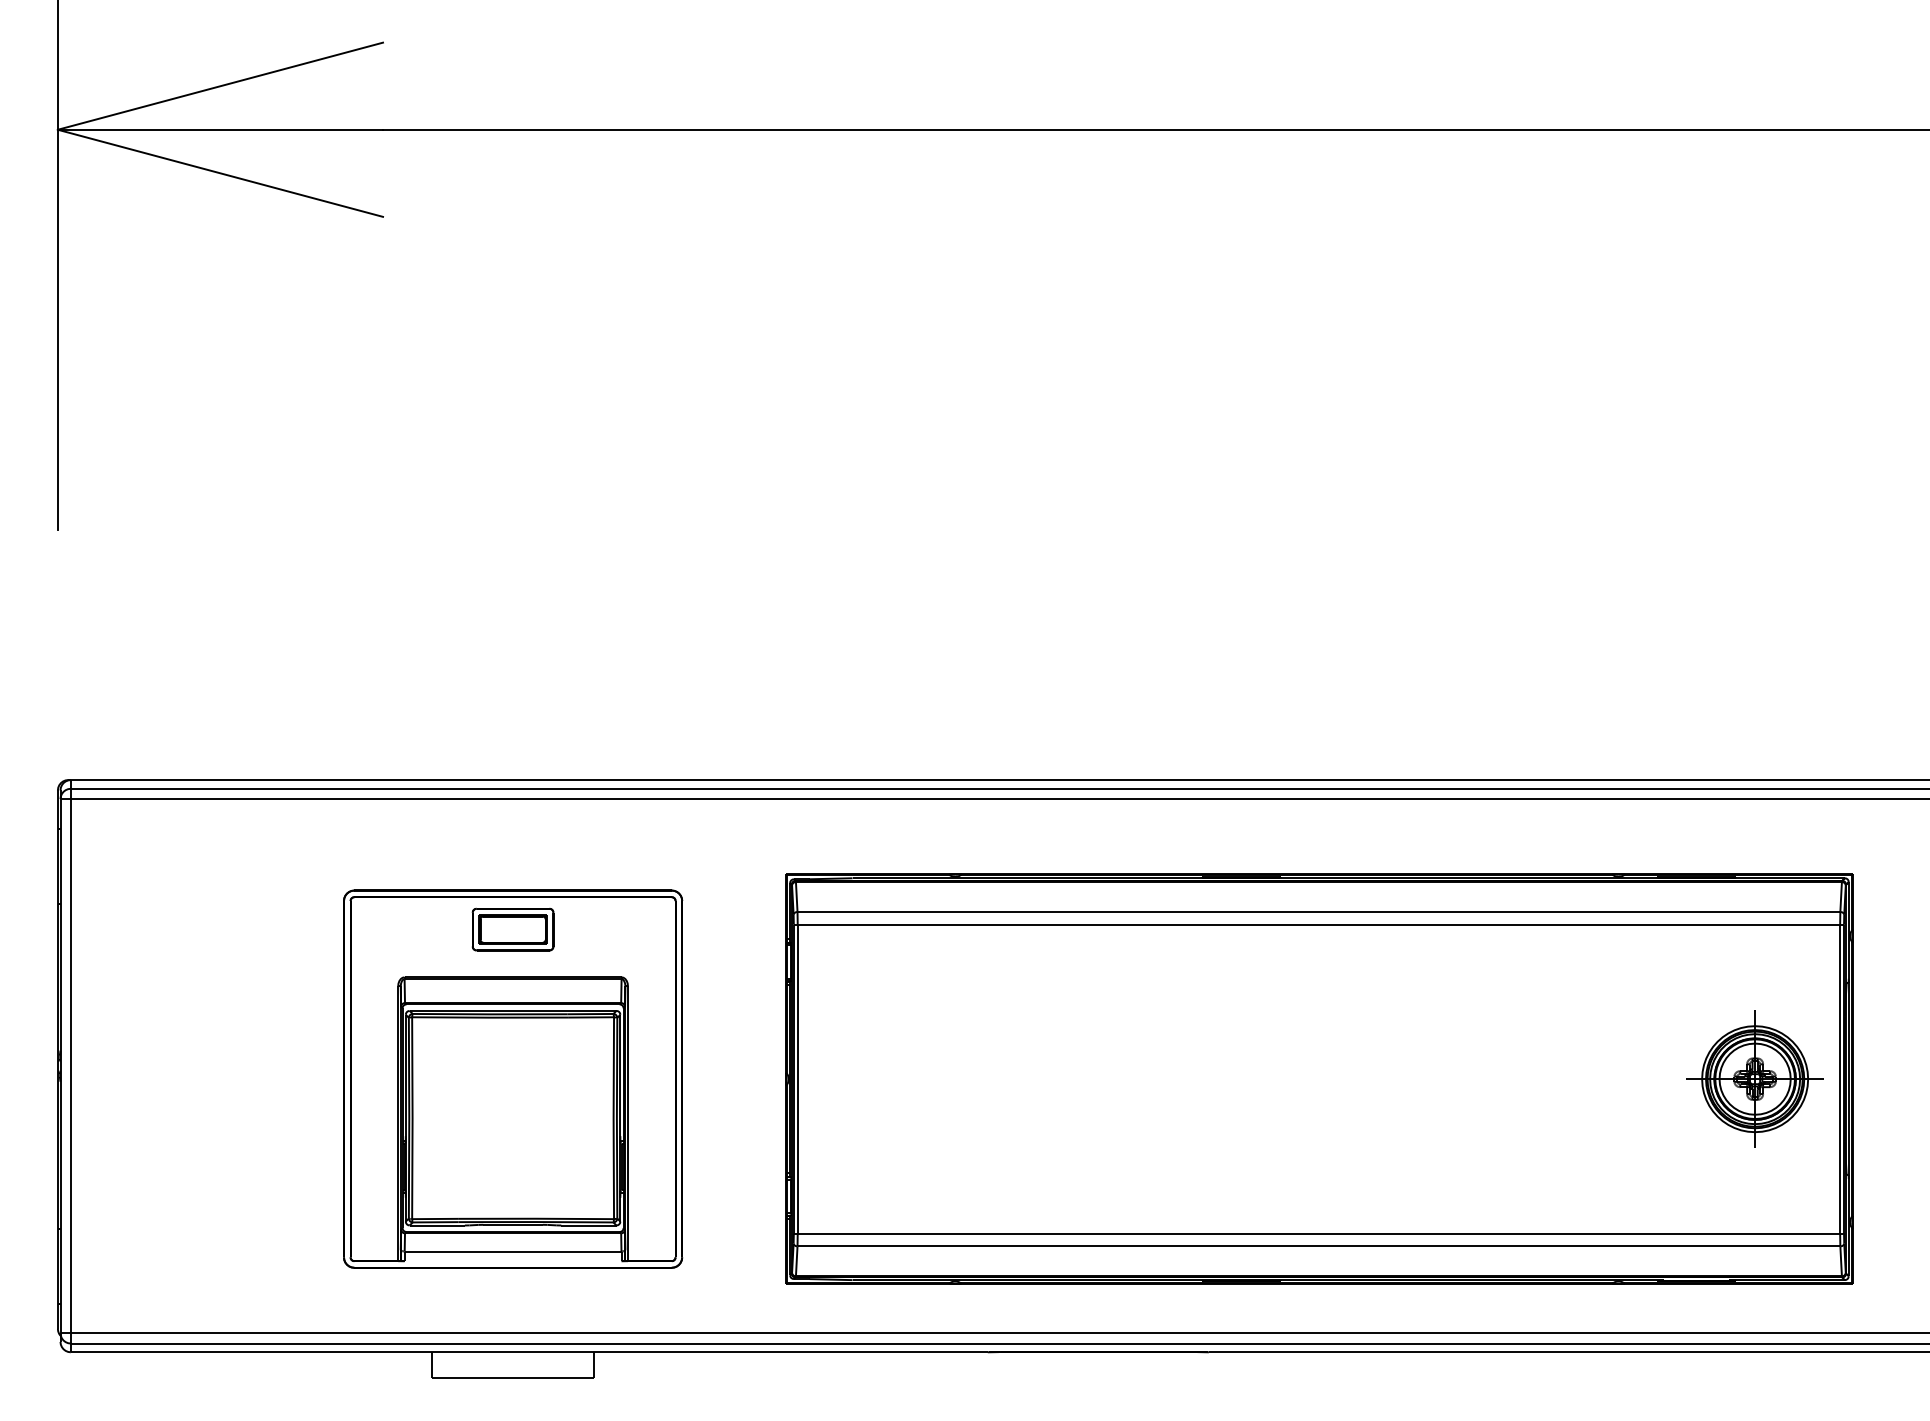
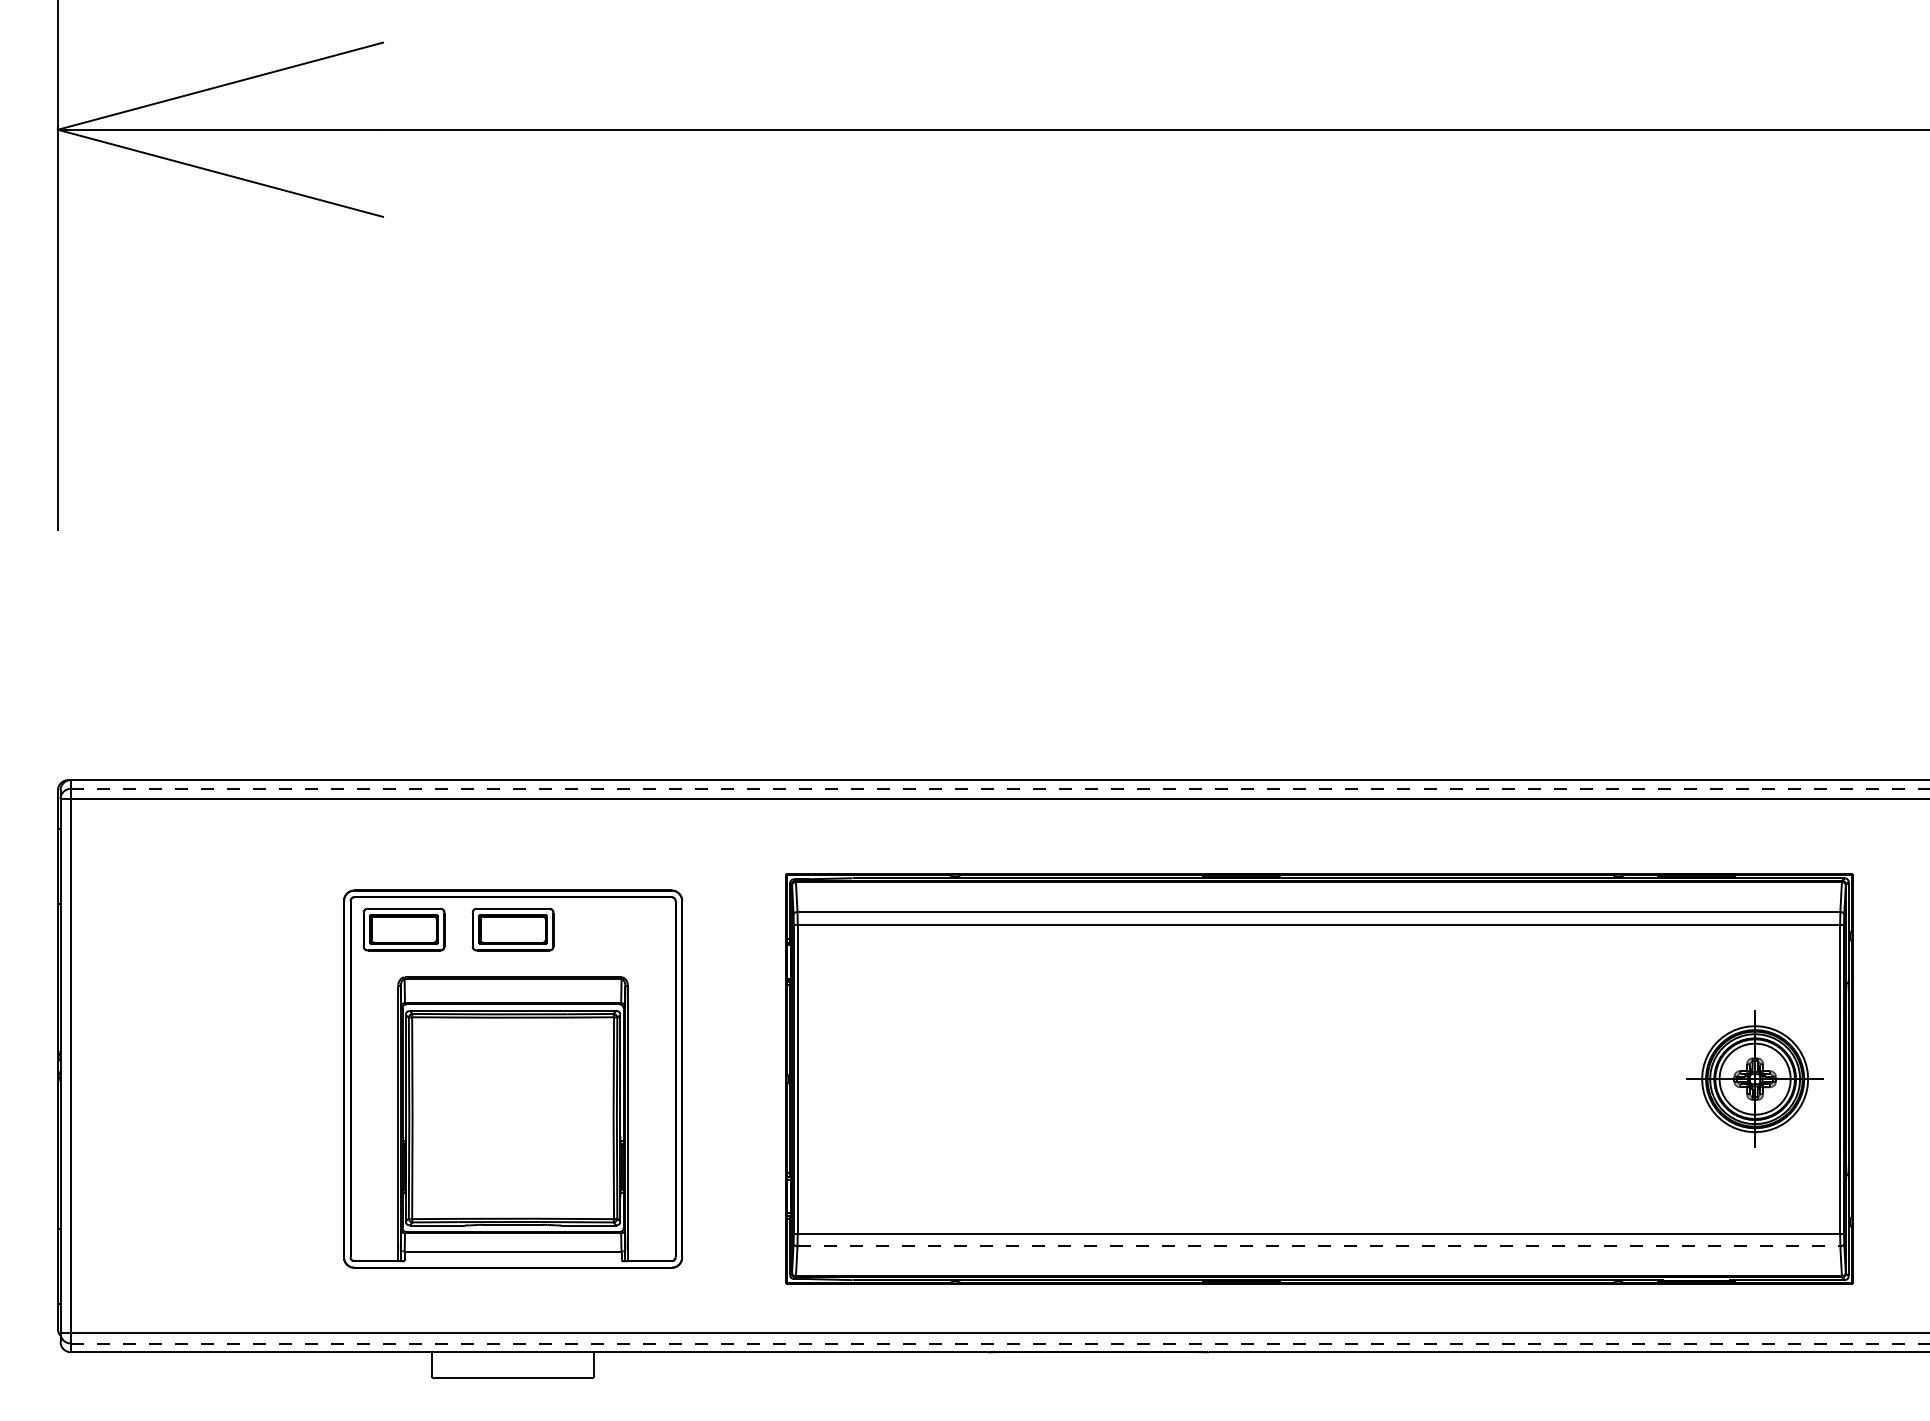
line at (1000, 788): solid -> dashed
part at (403, 929): none -> present
line at (1319, 1246): solid -> dashed
line at (1000, 1343): solid -> dashed
